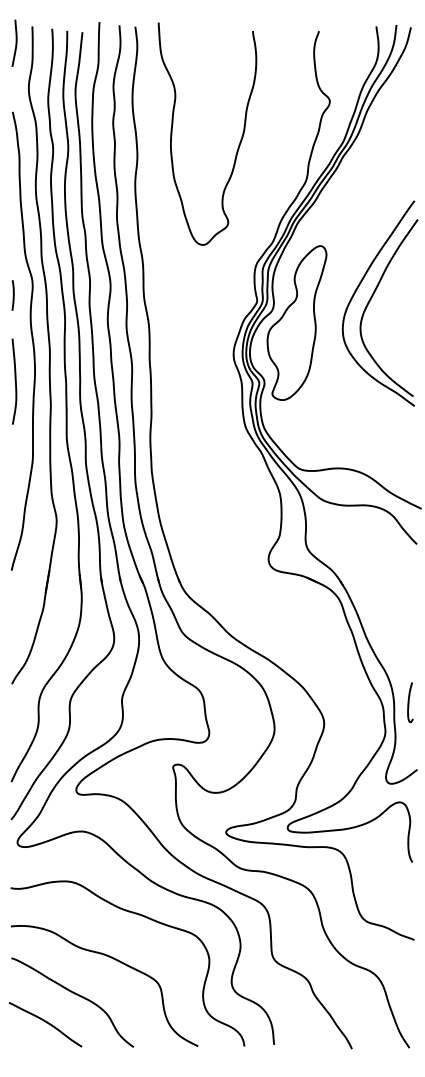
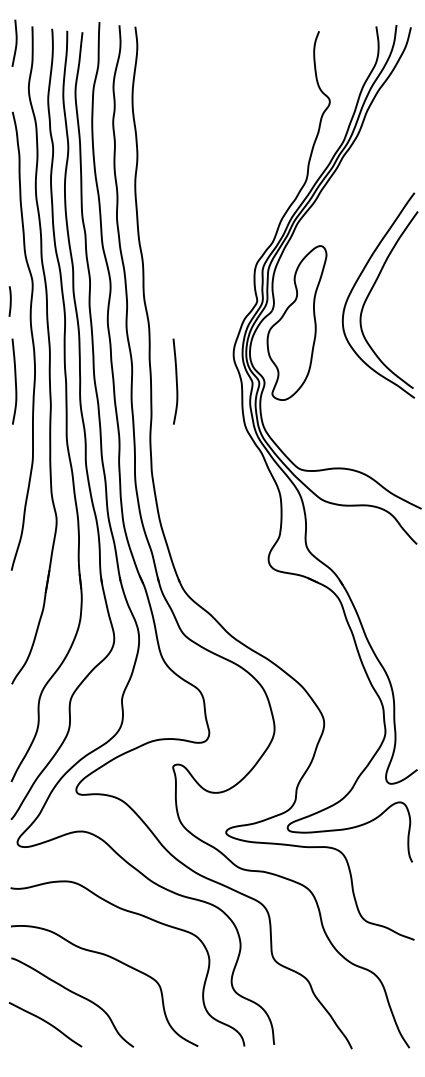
curve at (238, 144): present -> none
line at (12, 295) position: (12, 295) -> (9, 301)
part at (371, 299) position: (371, 299) -> (371, 291)
curve at (175, 381): none -> present
curve at (409, 702): present -> none
